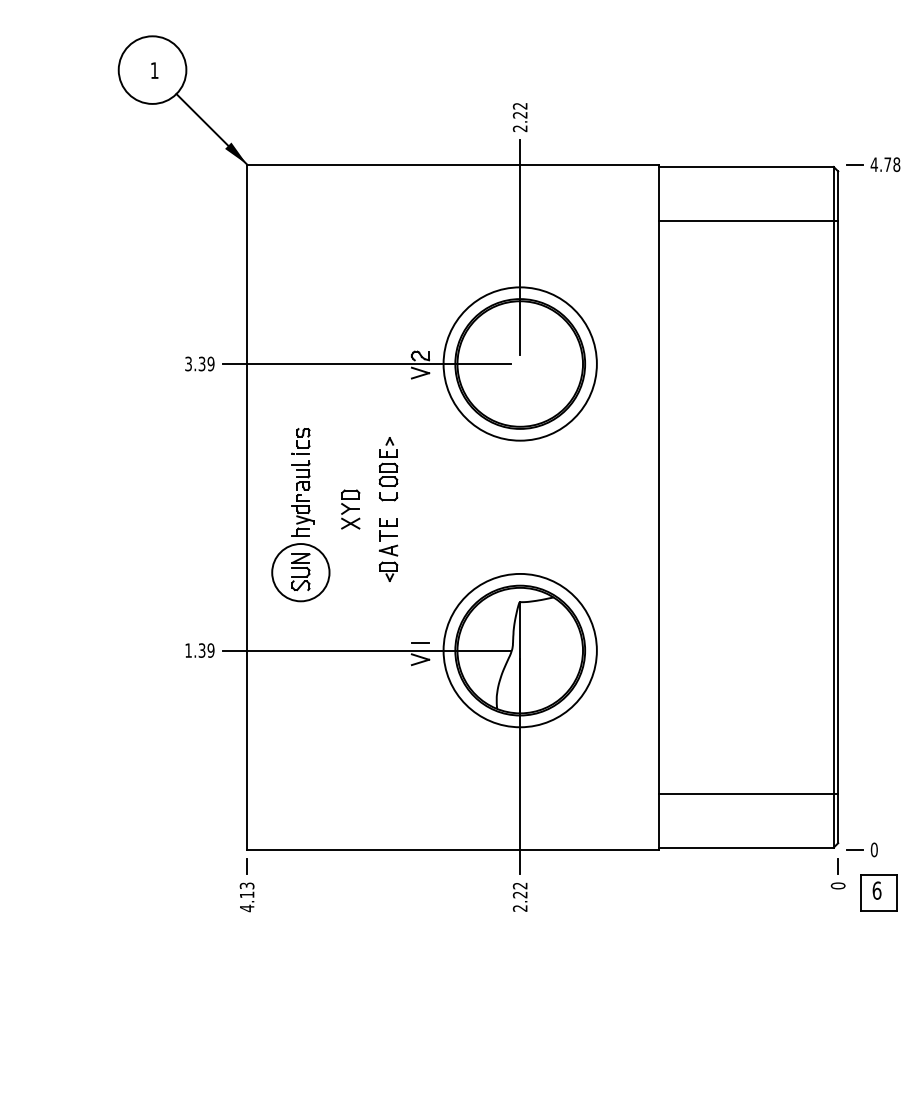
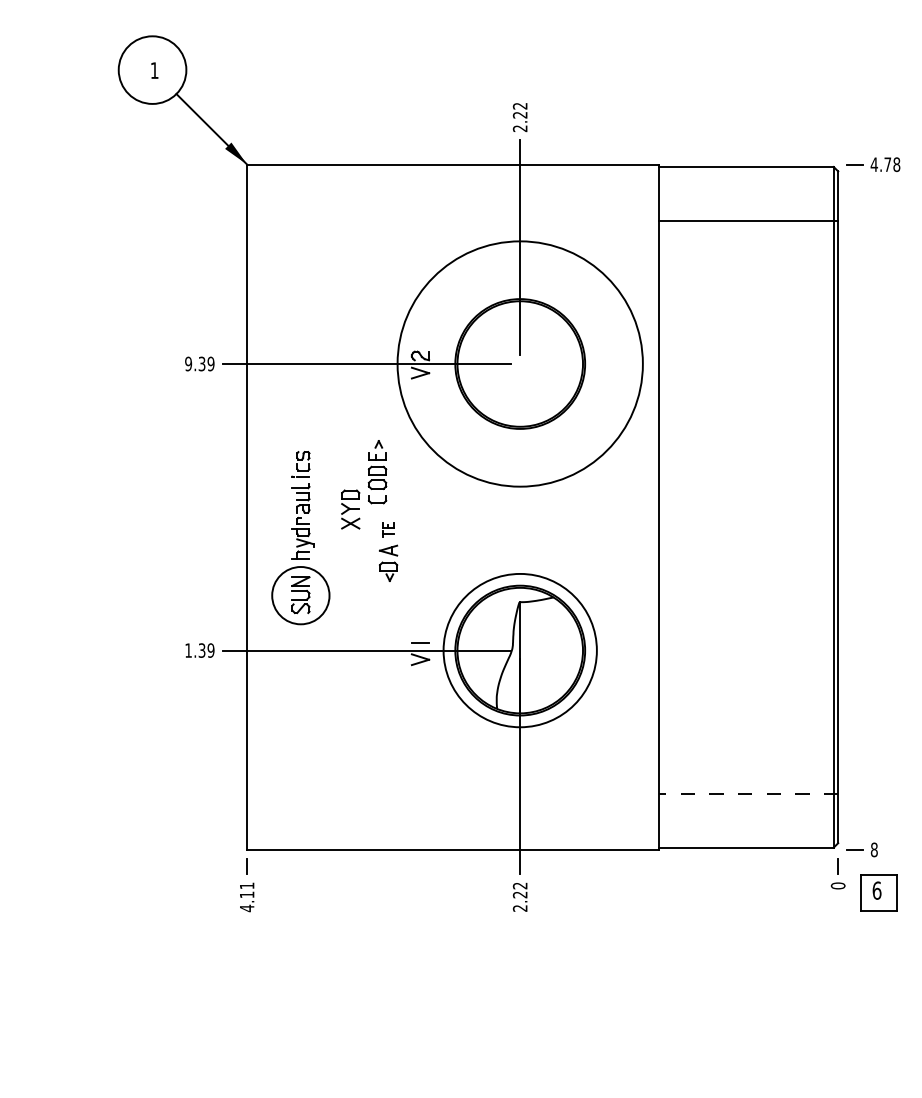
text at (188, 363): 3.39 -> 9.39
circle at (519, 363) diameter: 153 px -> 245 px
part at (388, 469) position: (388, 469) -> (377, 472)
part at (300, 515) position: (300, 515) -> (300, 538)
part at (388, 529) size: 19x24 px -> 13x16 px
line at (748, 793): solid -> dashed
text at (873, 849): 0 -> 8
text at (246, 885): 4.13 -> 4.11
